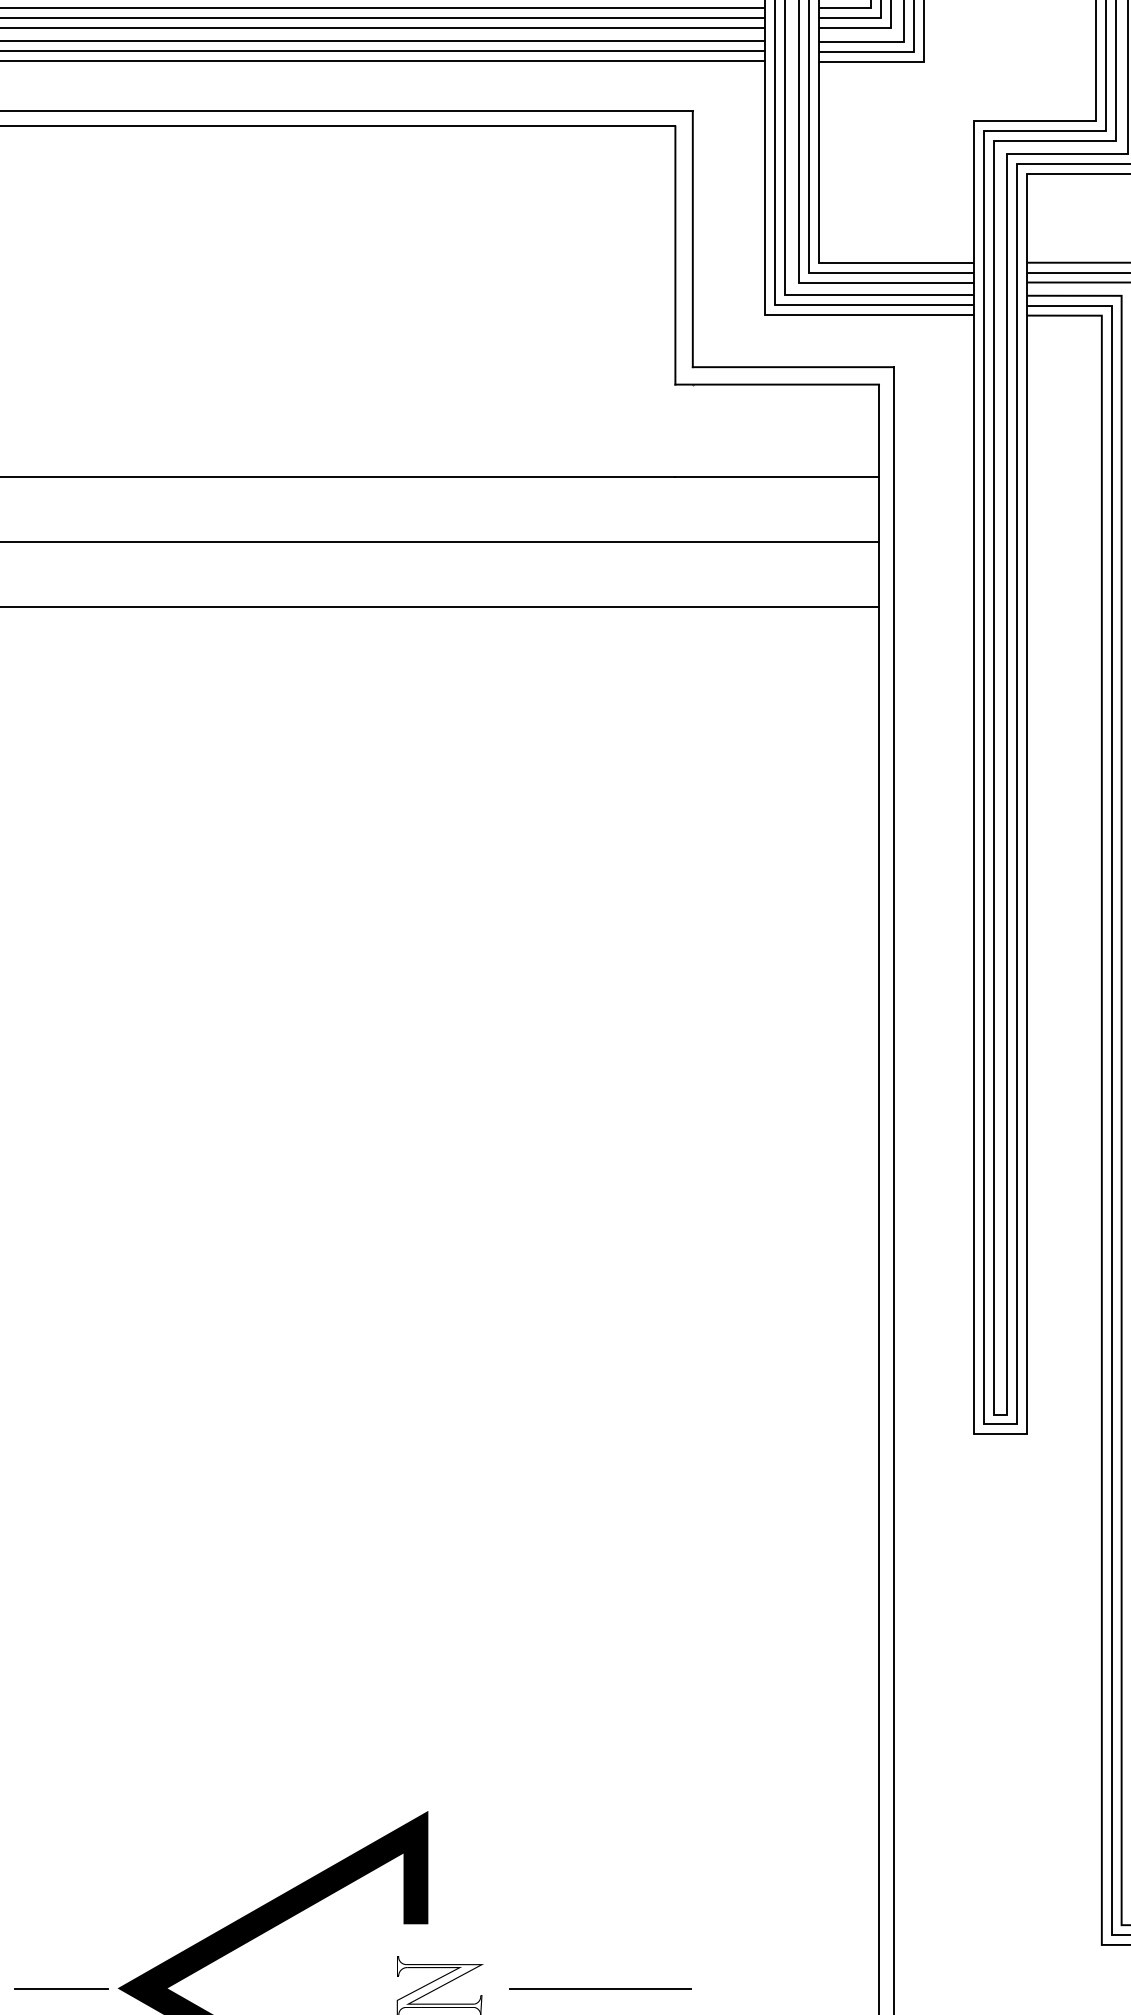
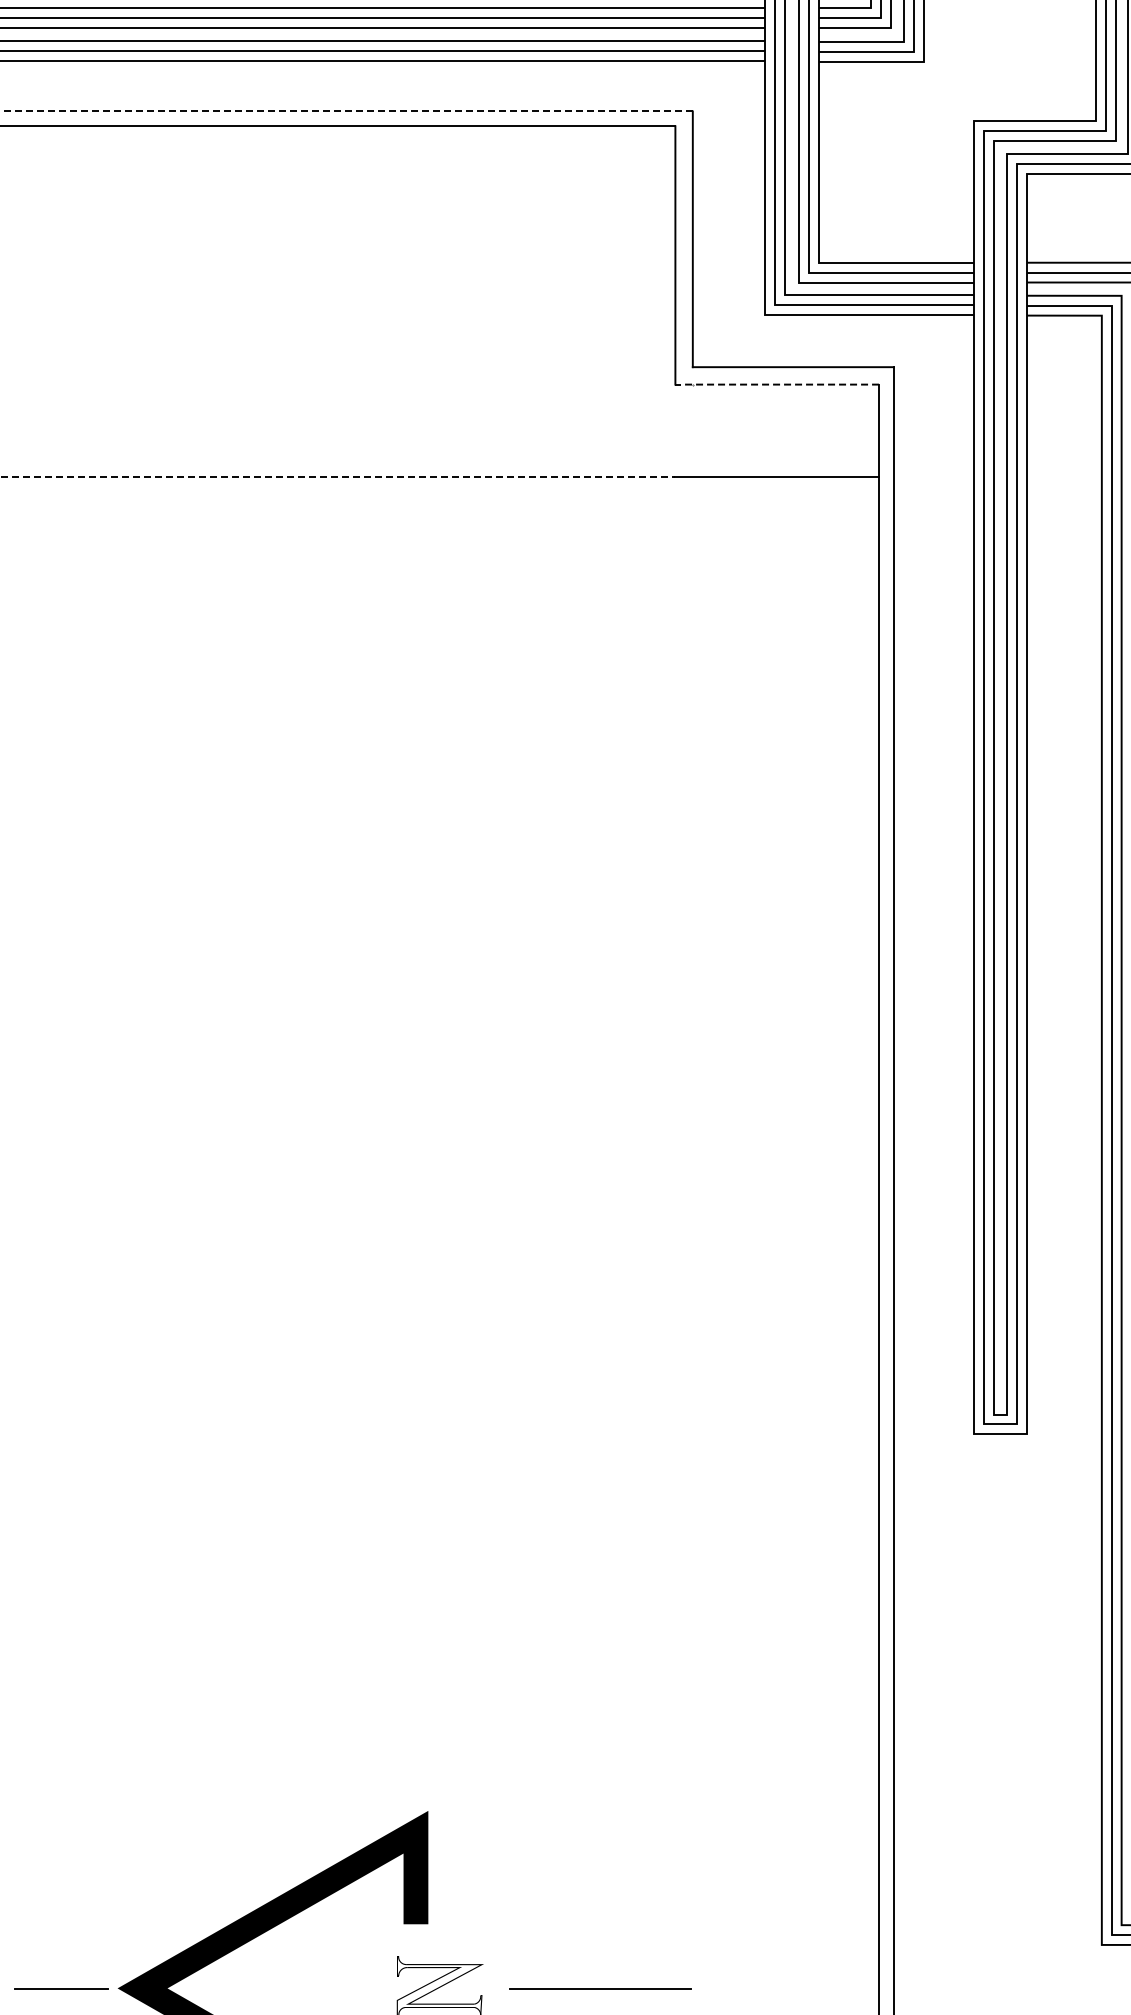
line at (346, 111): solid -> dashed
line at (777, 384): solid -> dashed
line at (338, 477): solid -> dashed
line at (440, 542): present -> none
line at (440, 607): present -> none
